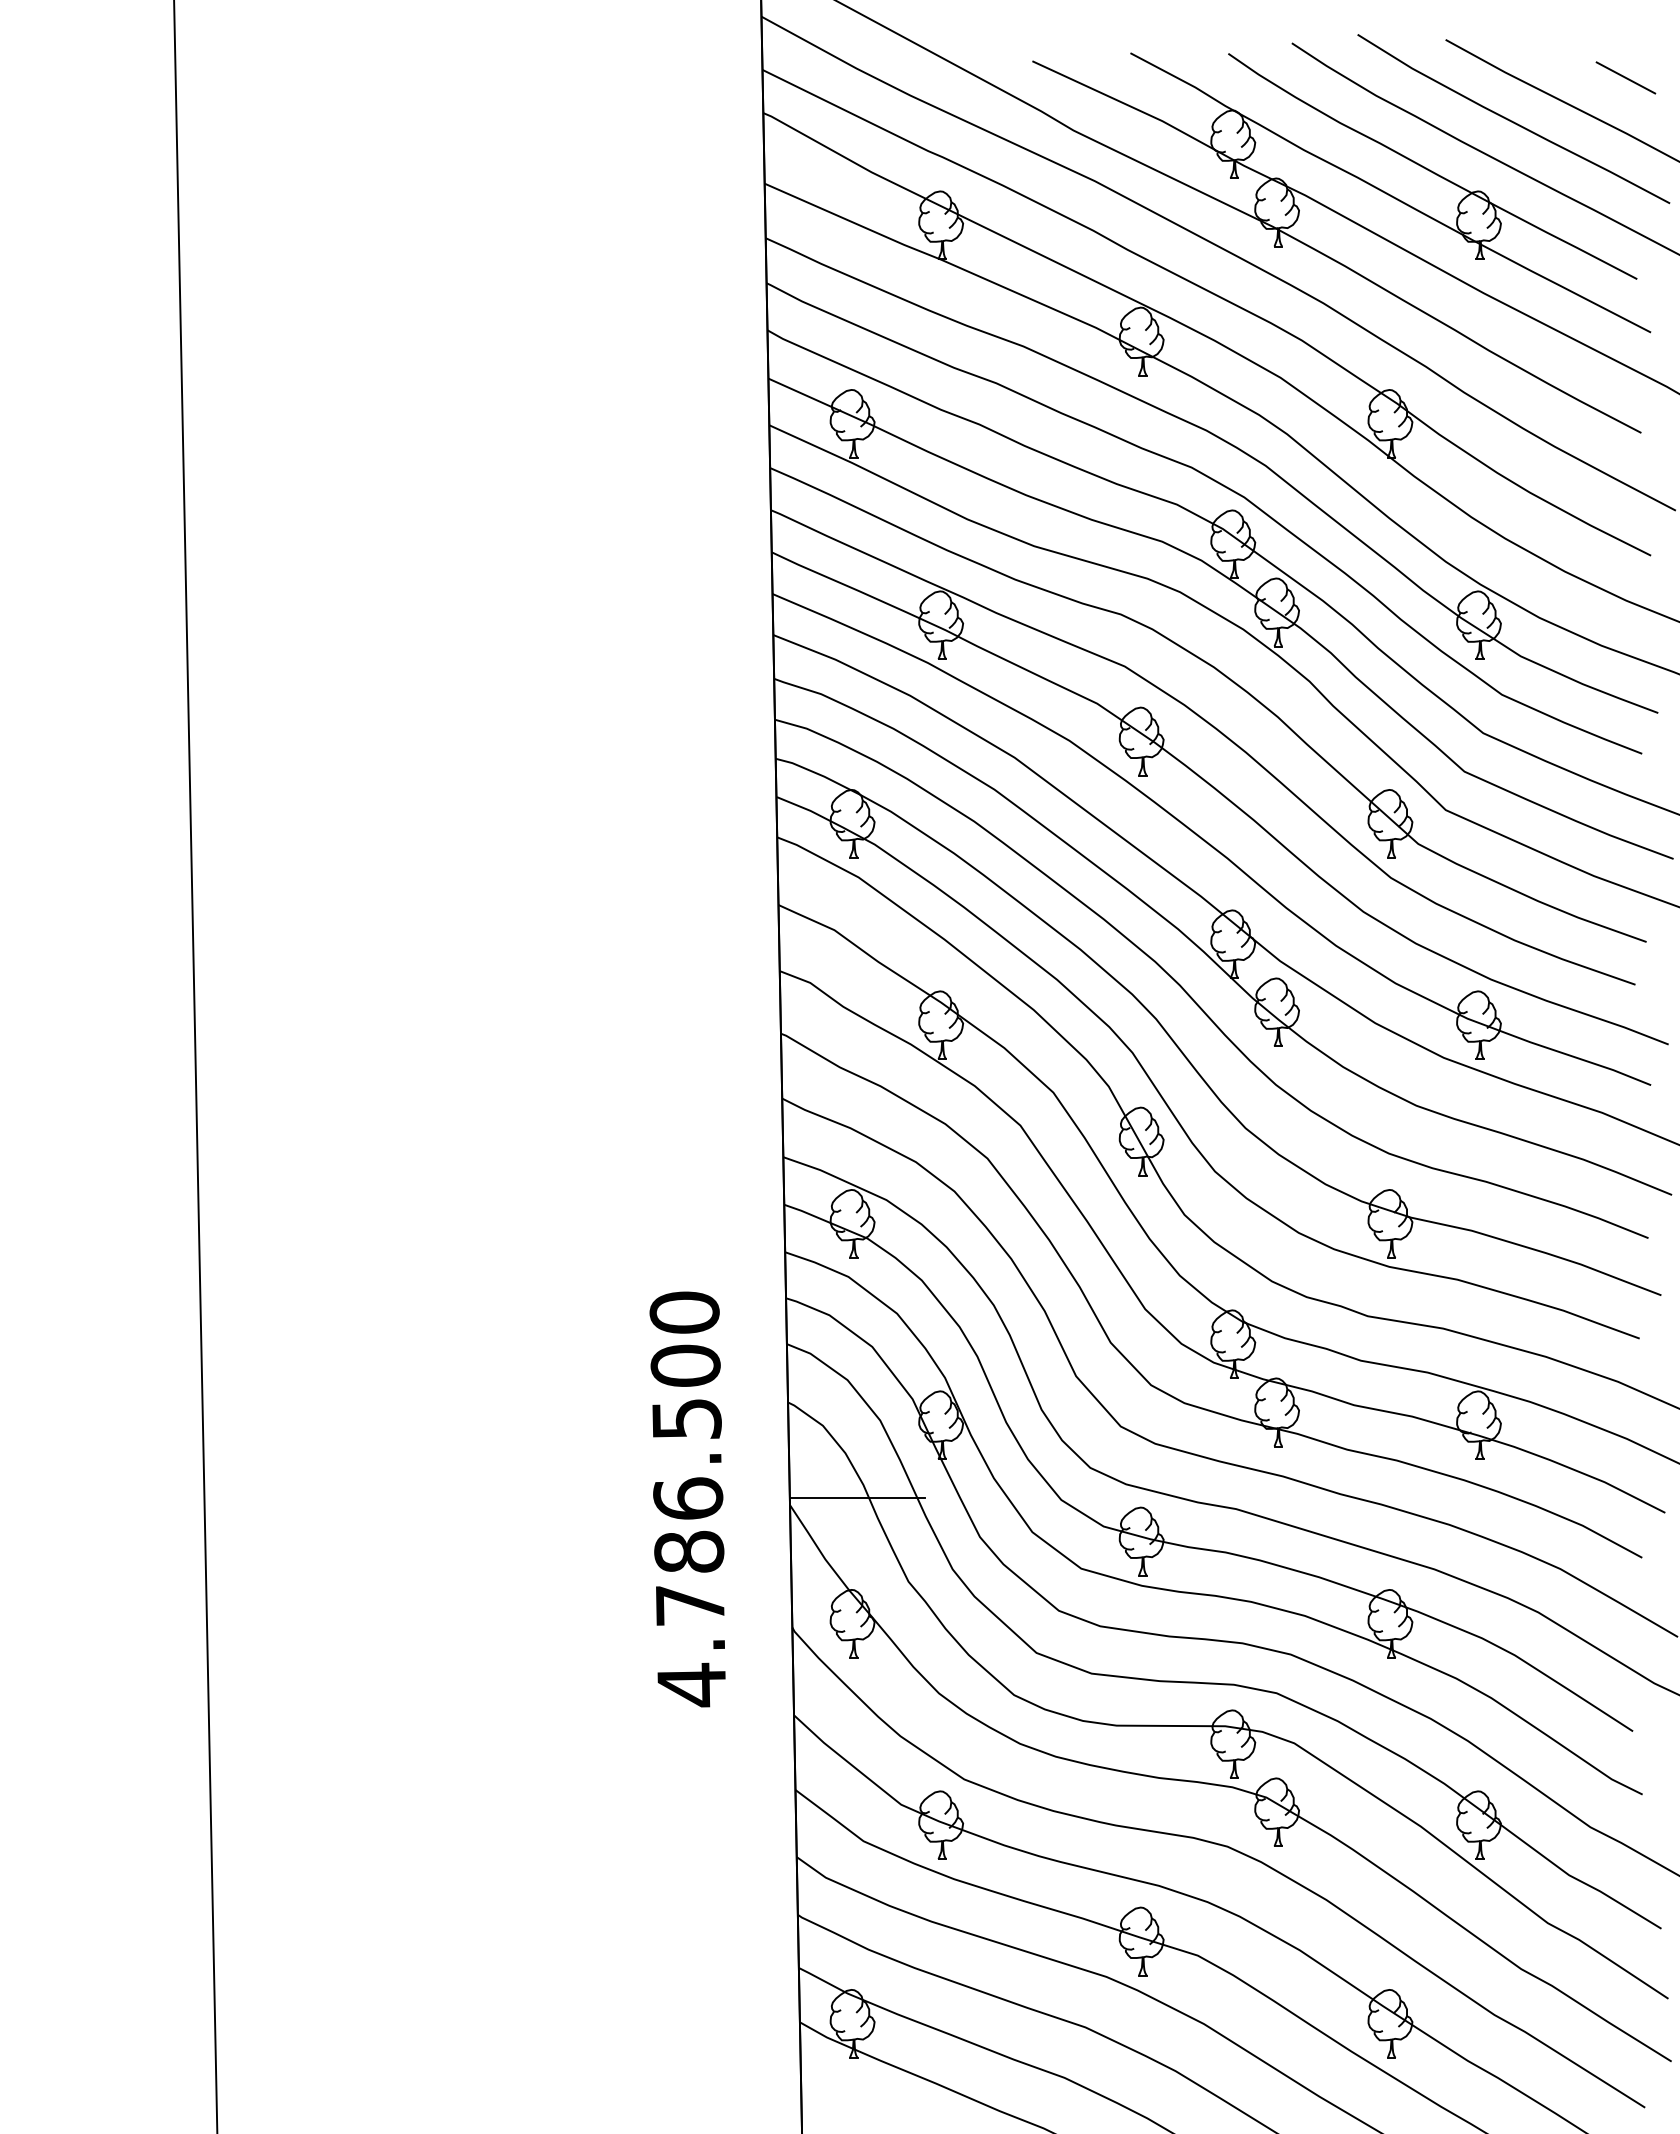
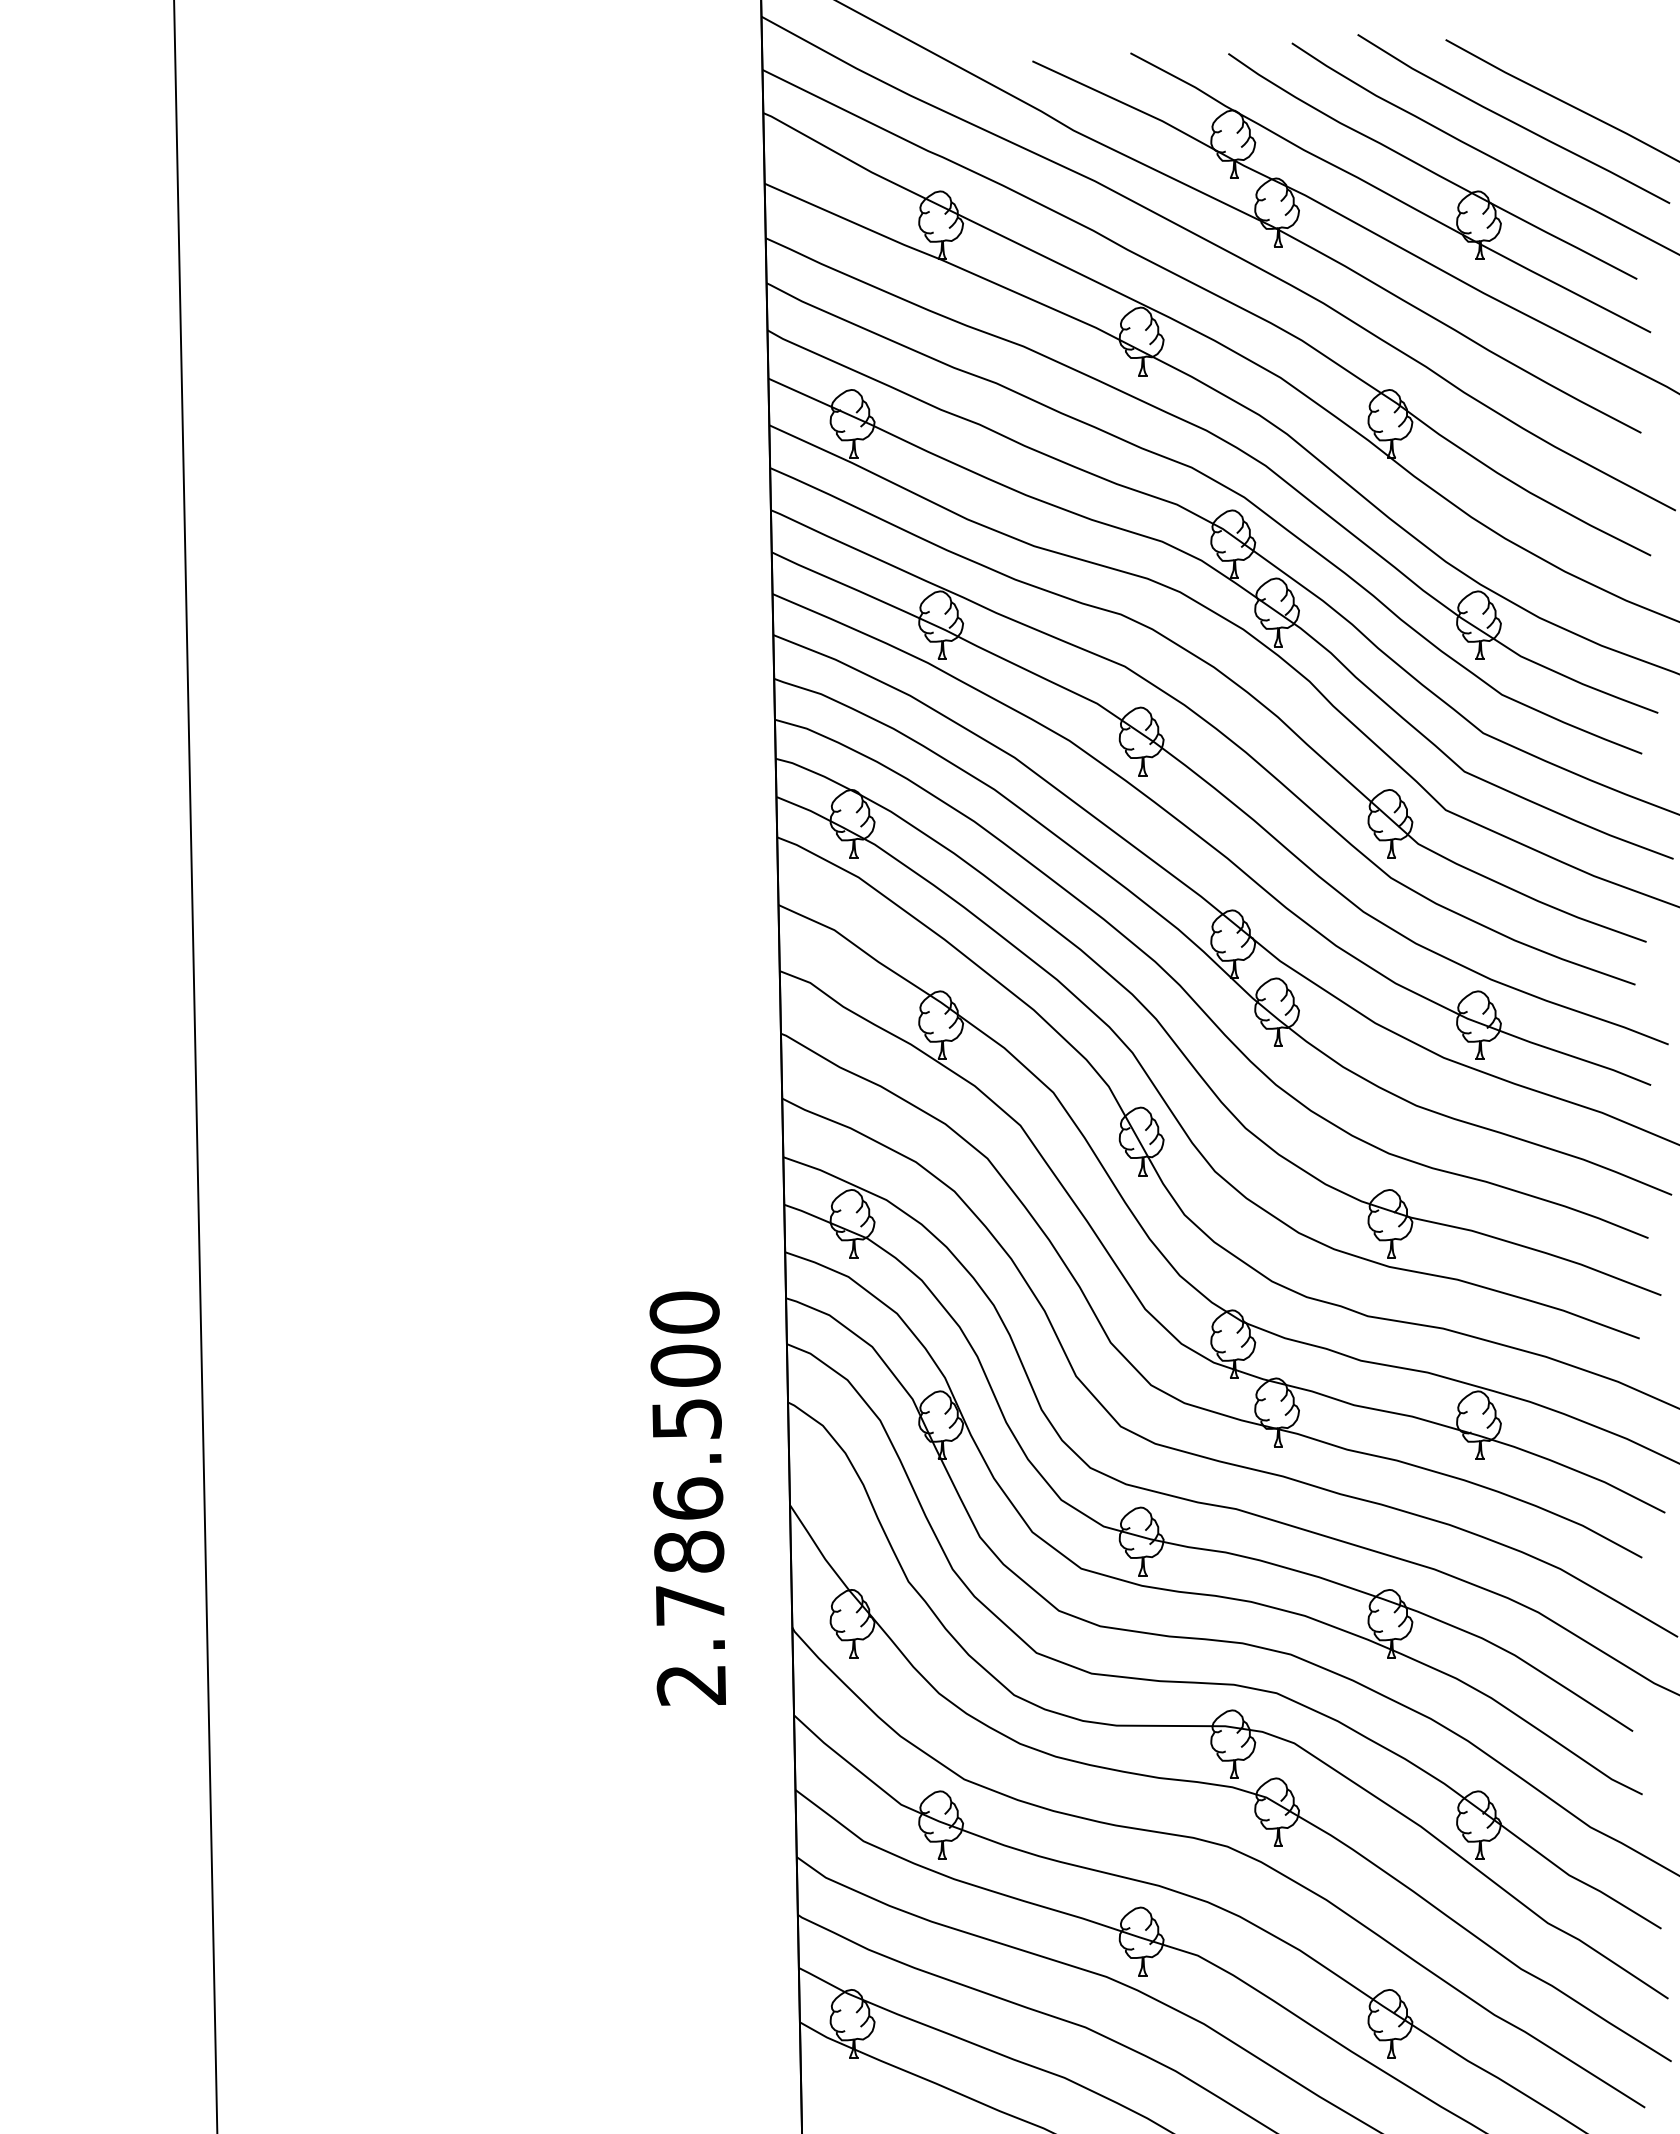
line at (1625, 77): present -> none
line at (857, 1498): present -> none
text at (690, 1684): 4.786.500 -> 2.786.500
